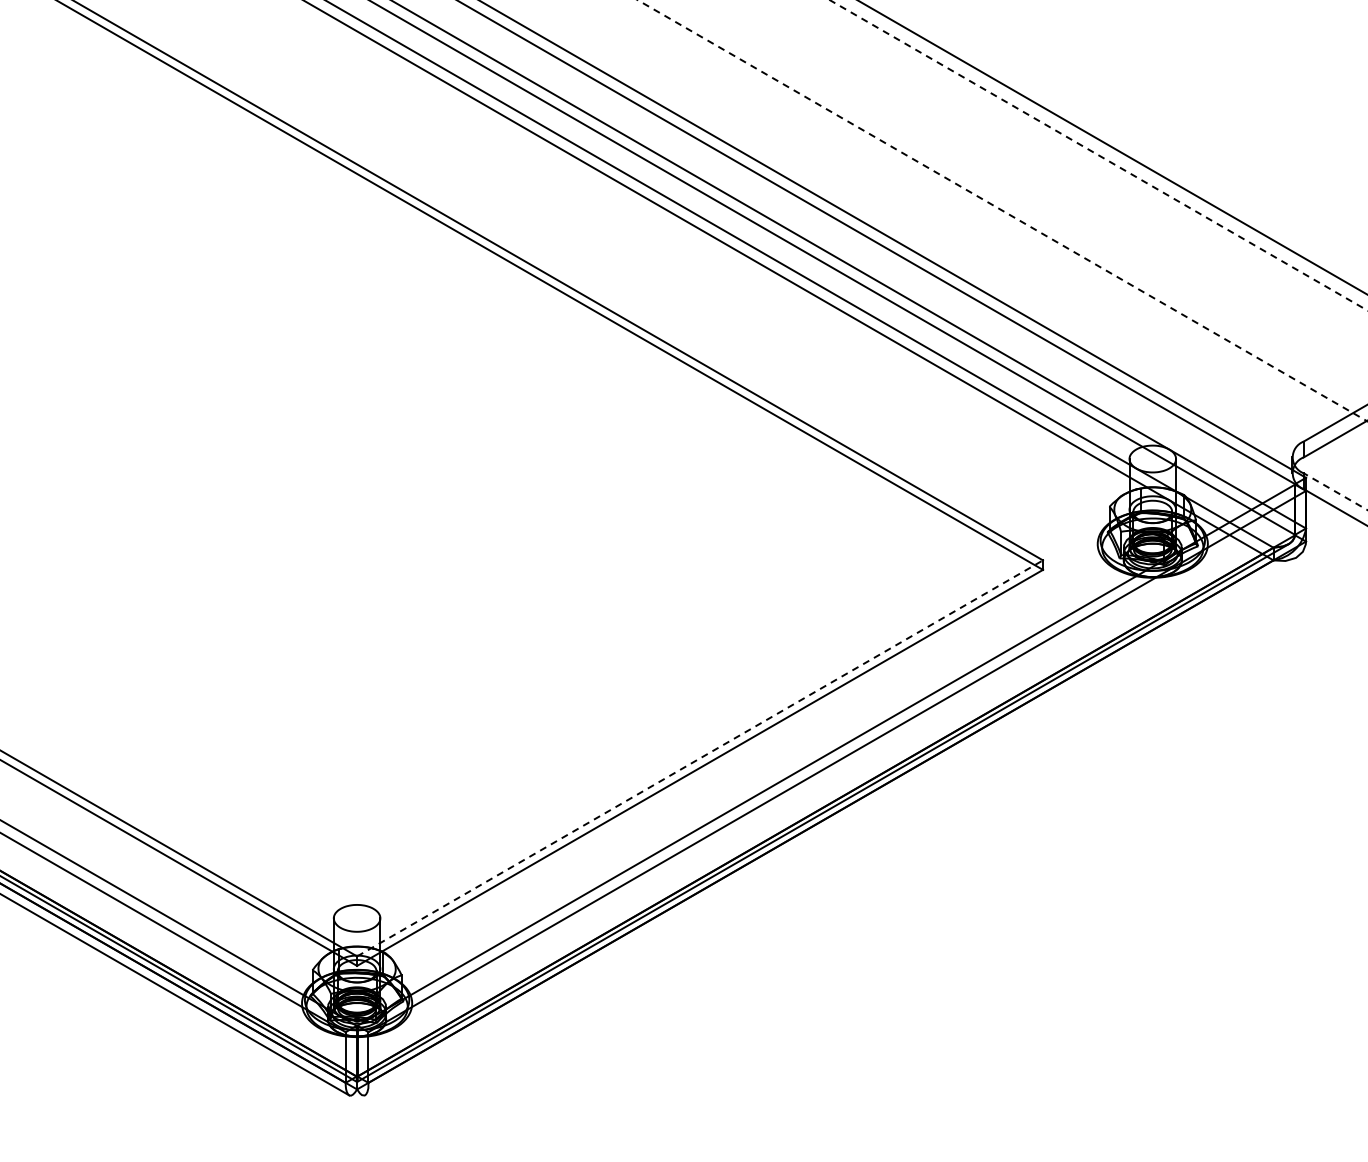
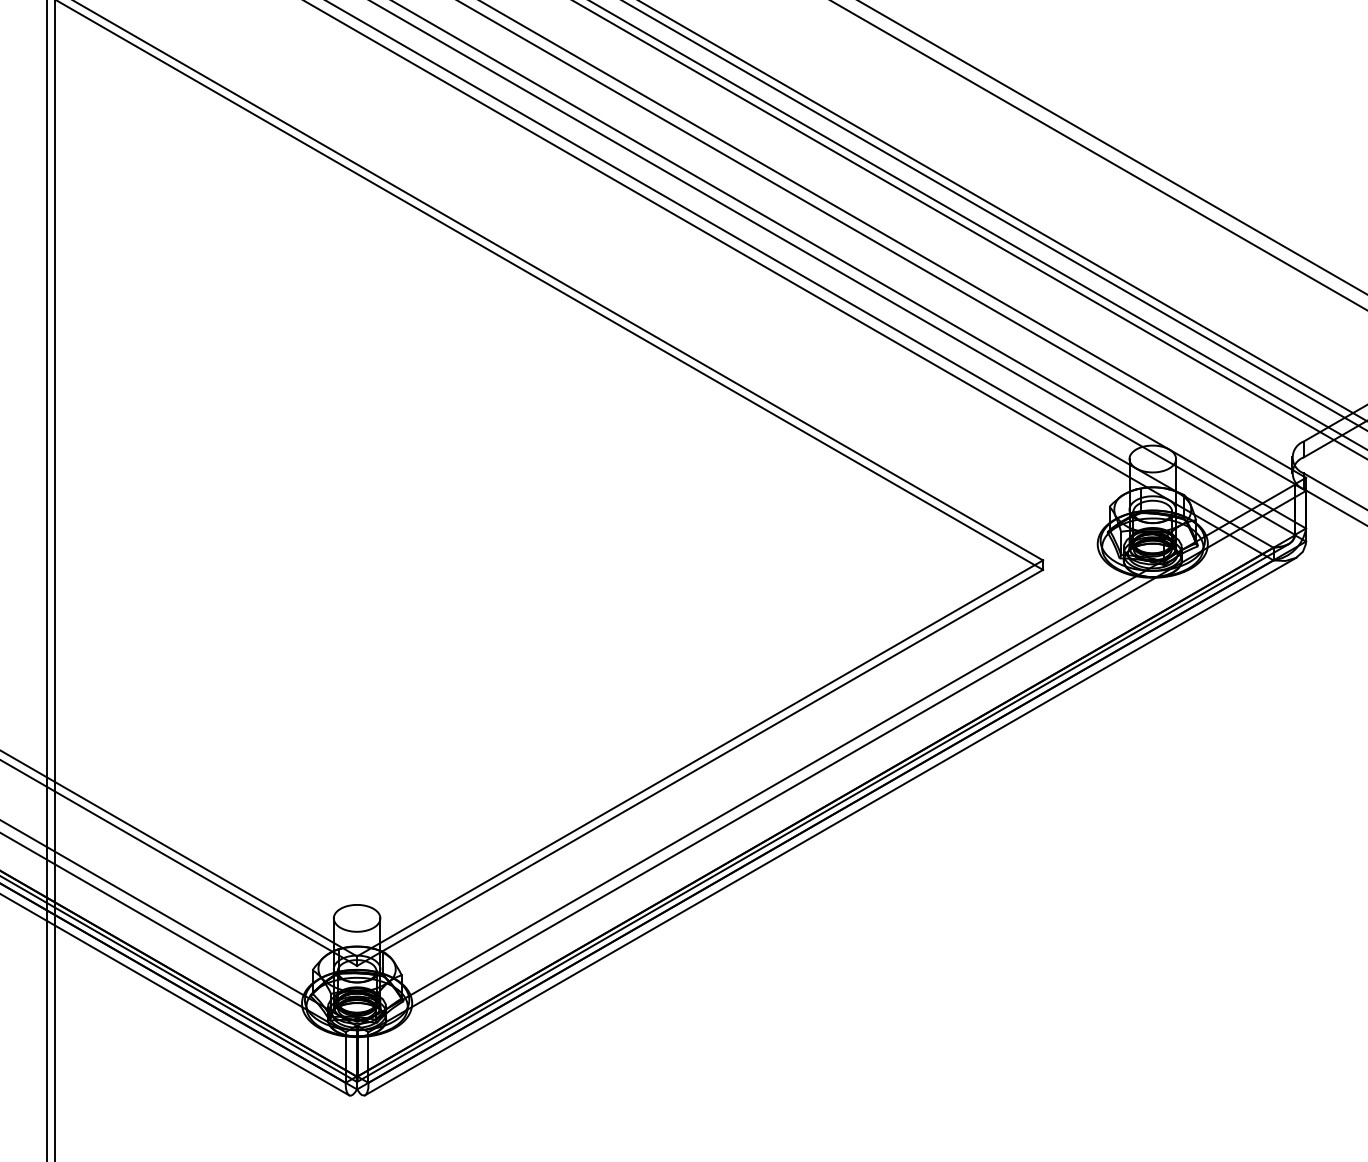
line at (1098, 155): dashed -> solid
line at (1002, 210): dashed -> solid
line at (994, 215): none -> present
line at (978, 225): none -> present
line at (969, 229): none -> present
line at (1335, 491): dashed -> solid
line at (47, 580): none -> present
line at (55, 580): none -> present
line at (700, 758): dashed -> solid
line at (830, 826): none -> present
